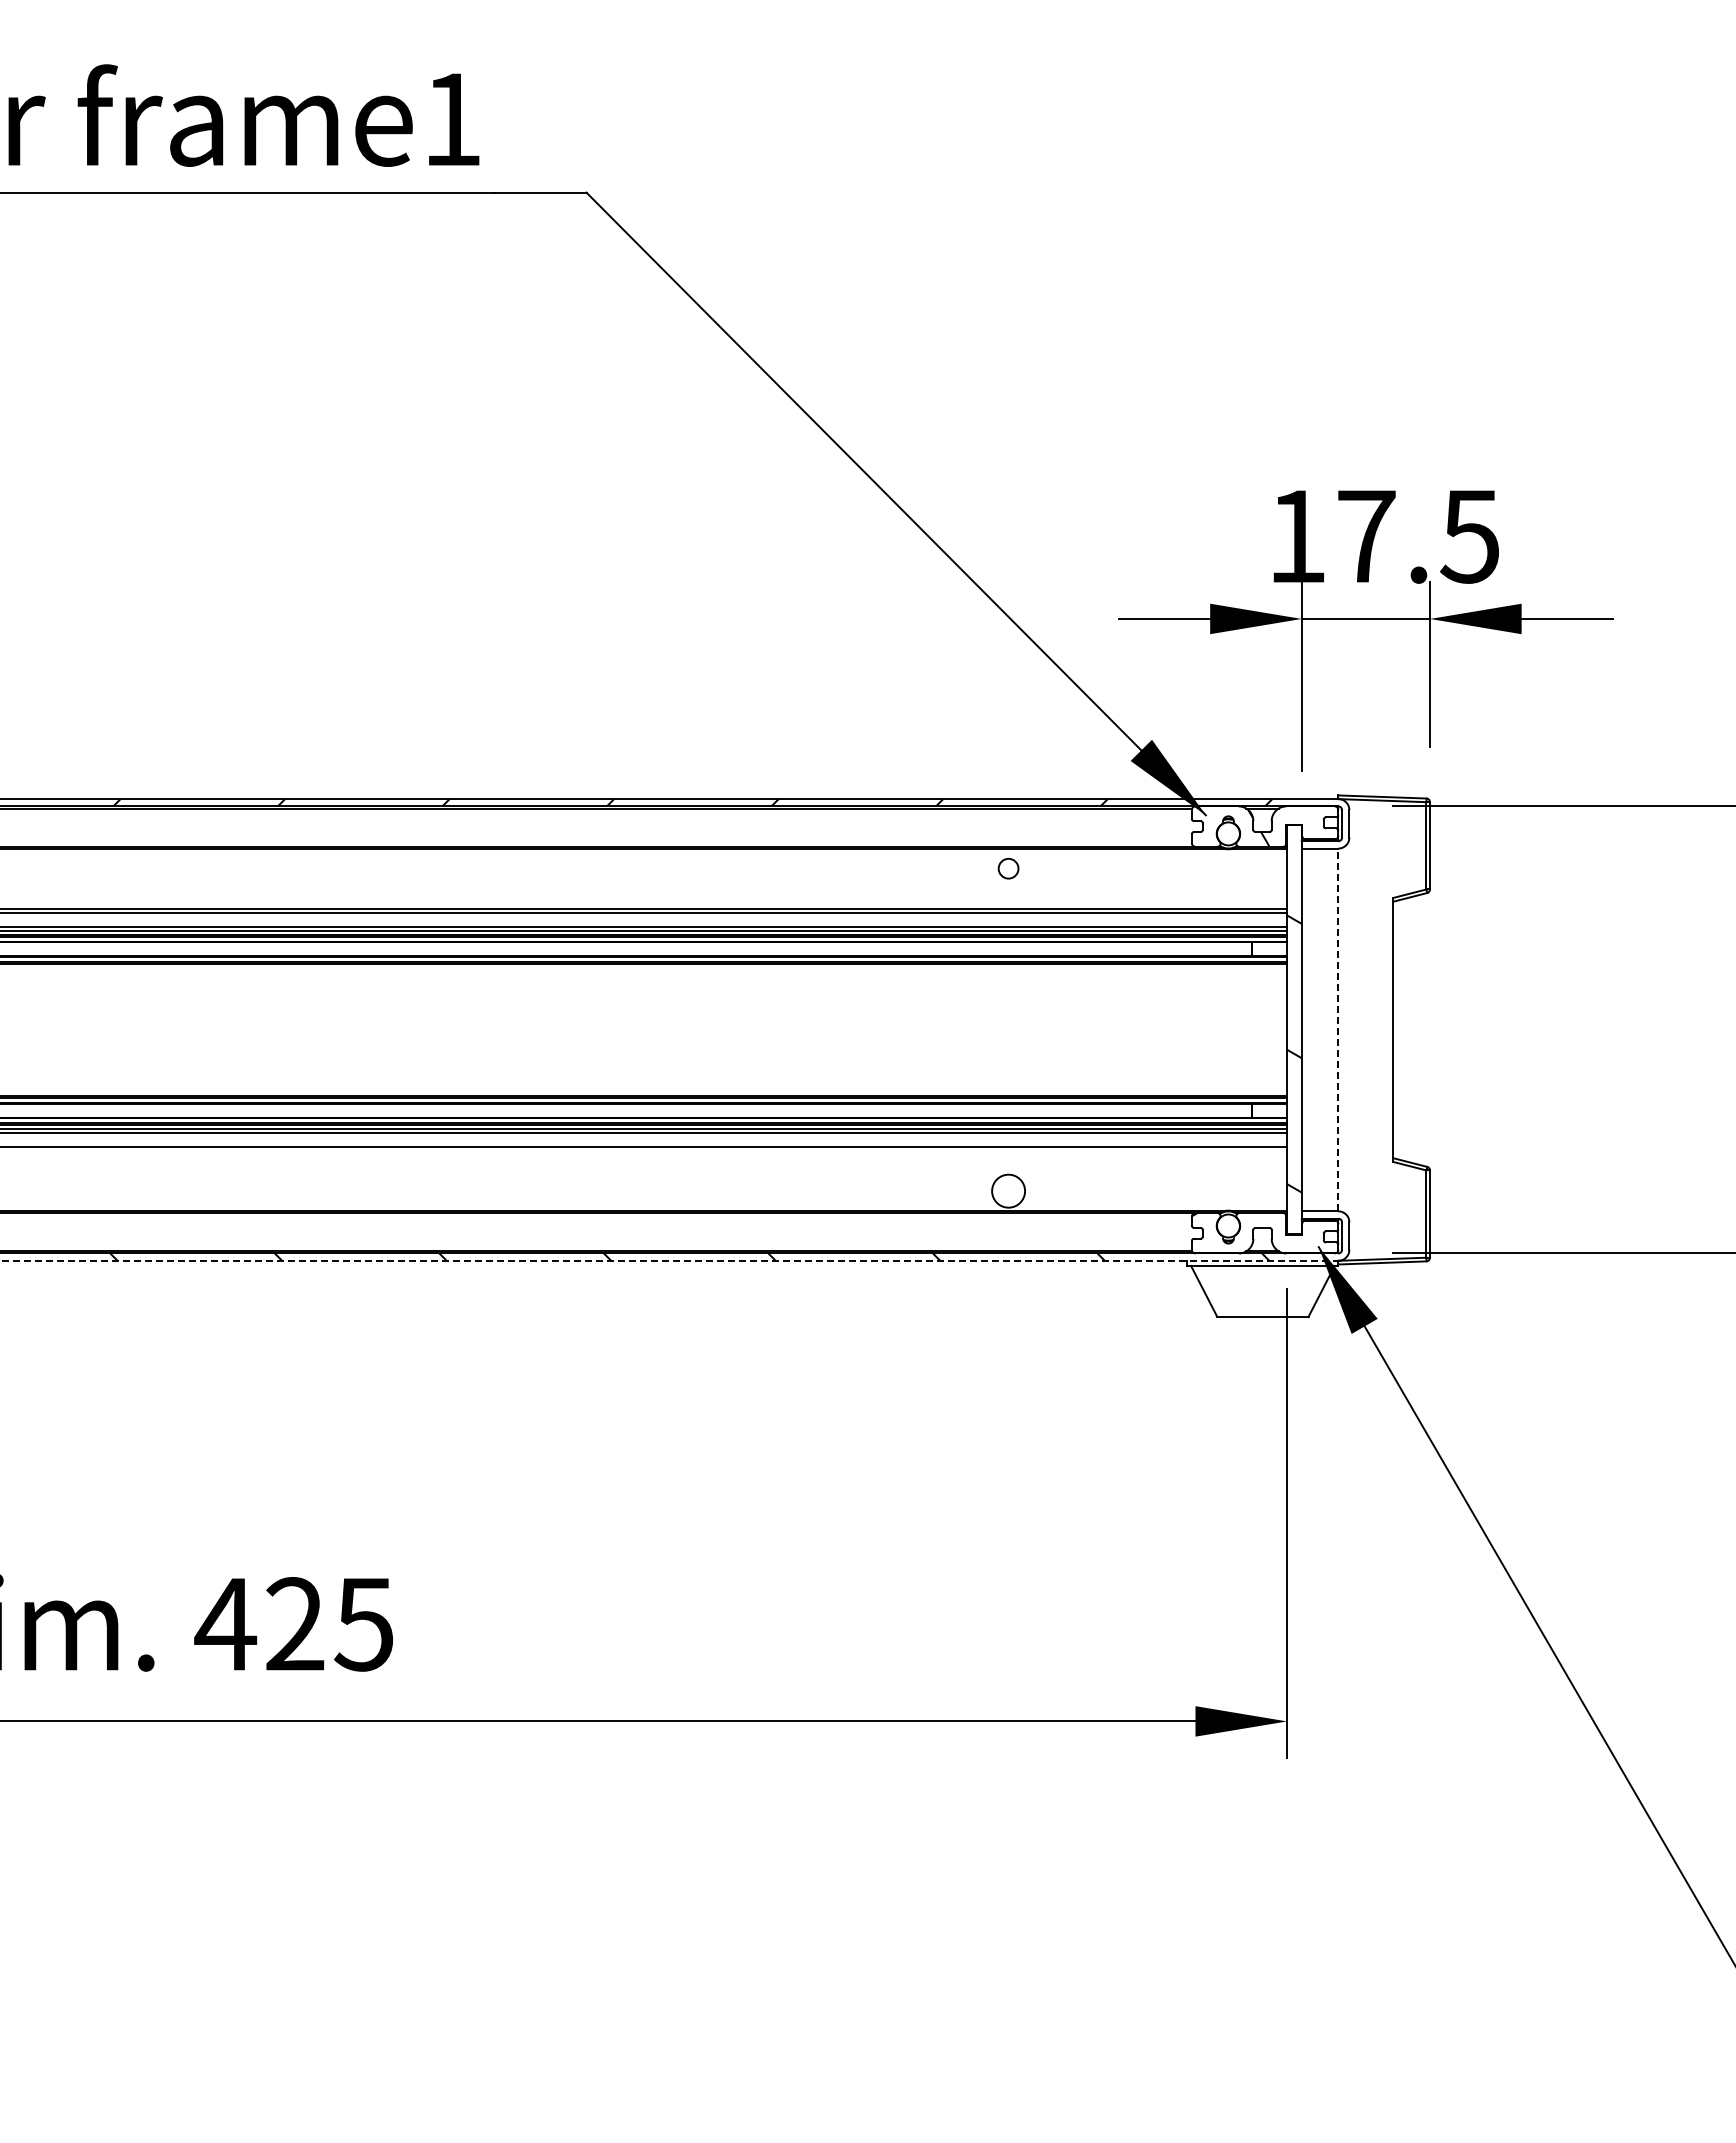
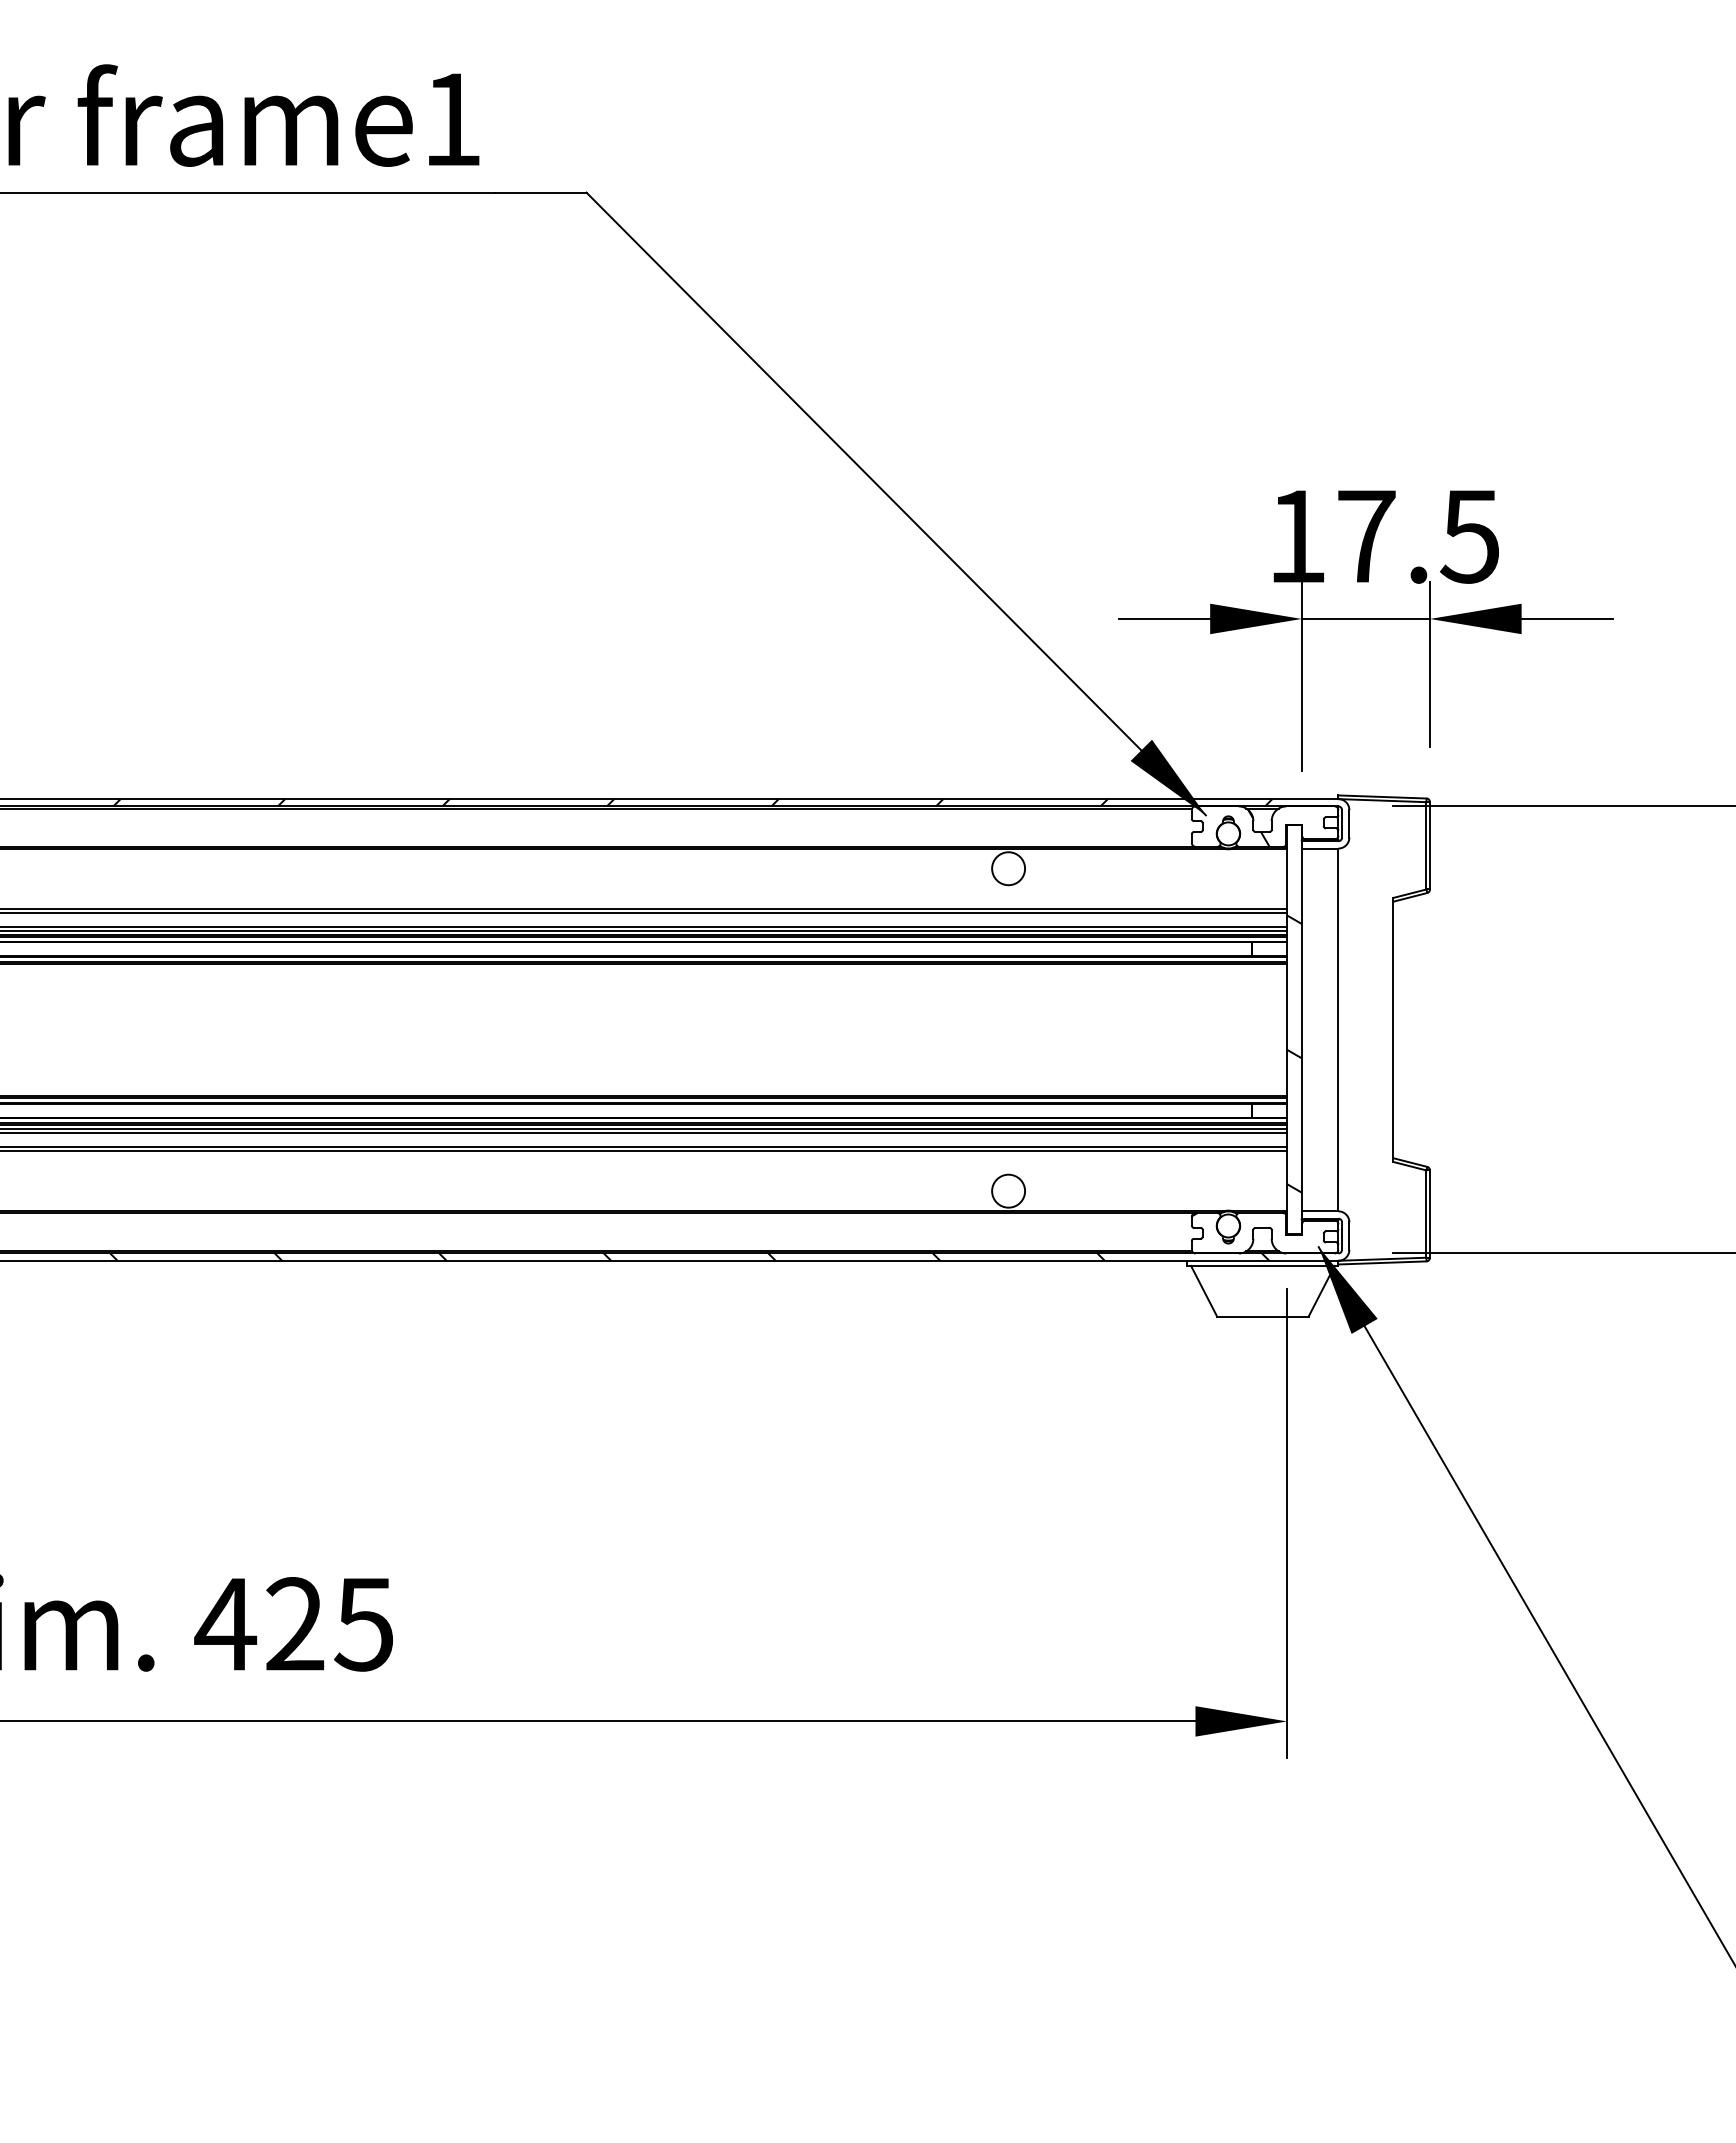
circle at (1008, 868) diameter: 20 px -> 33 px
line at (1338, 1029): dashed -> solid
line at (644, 1150): none -> present
line at (669, 1260): dashed -> solid
